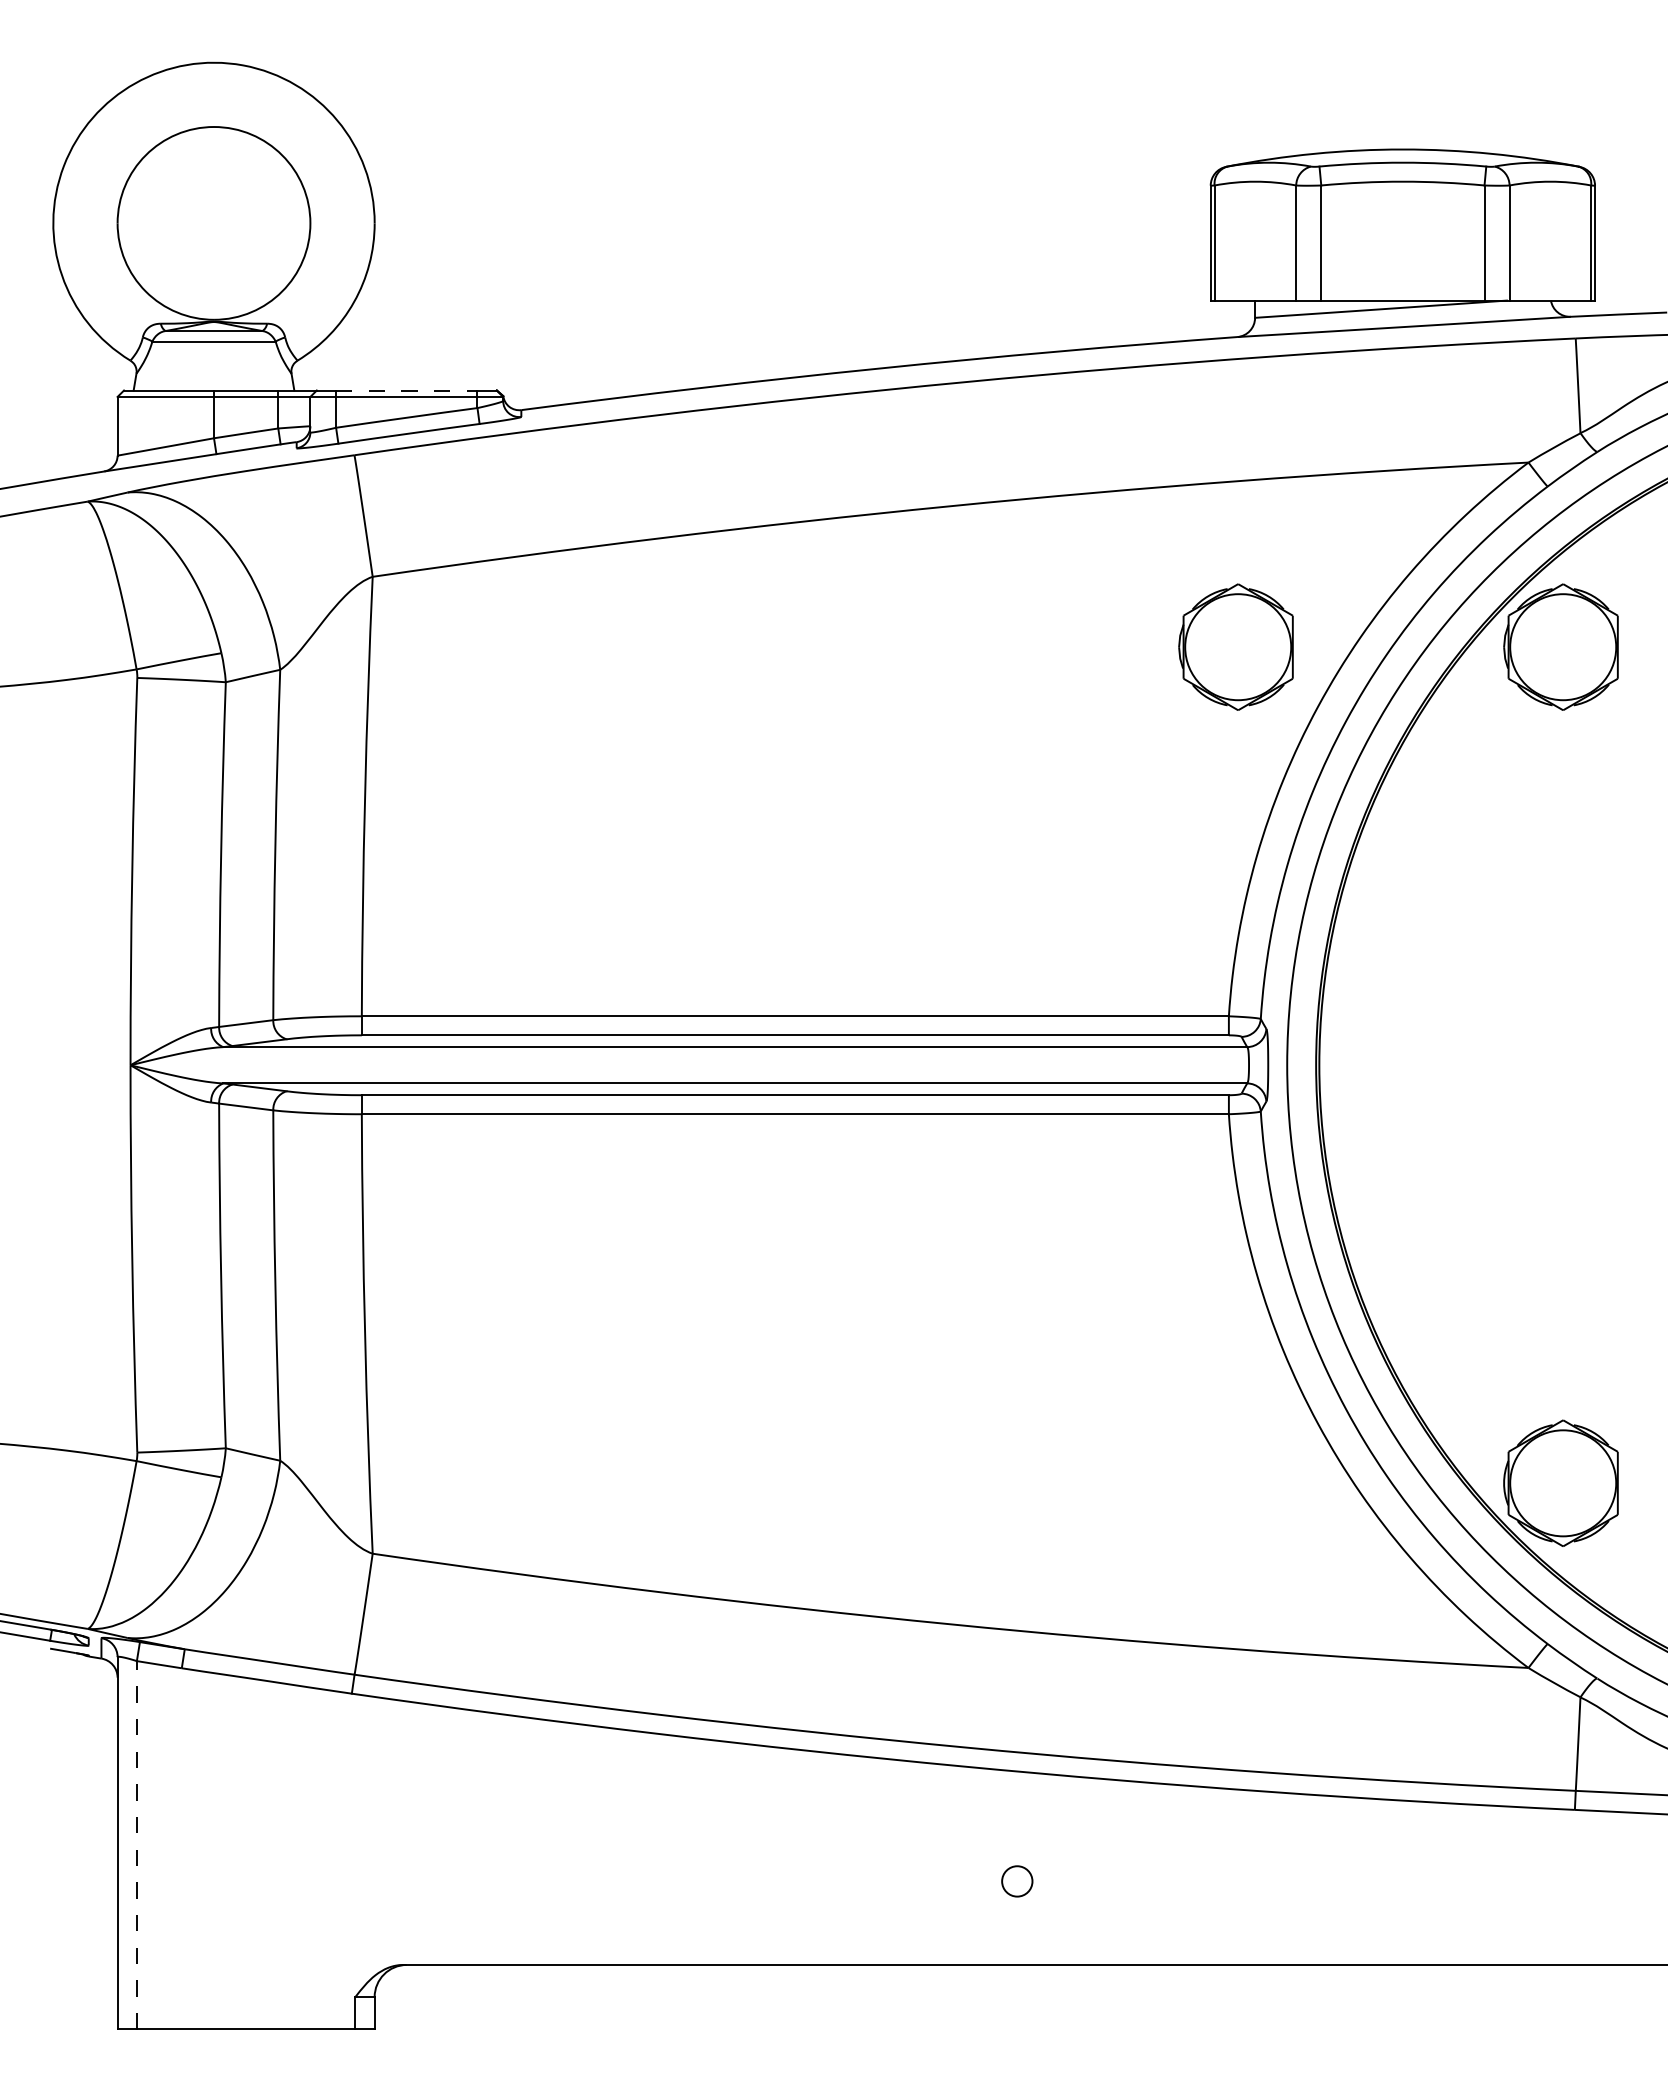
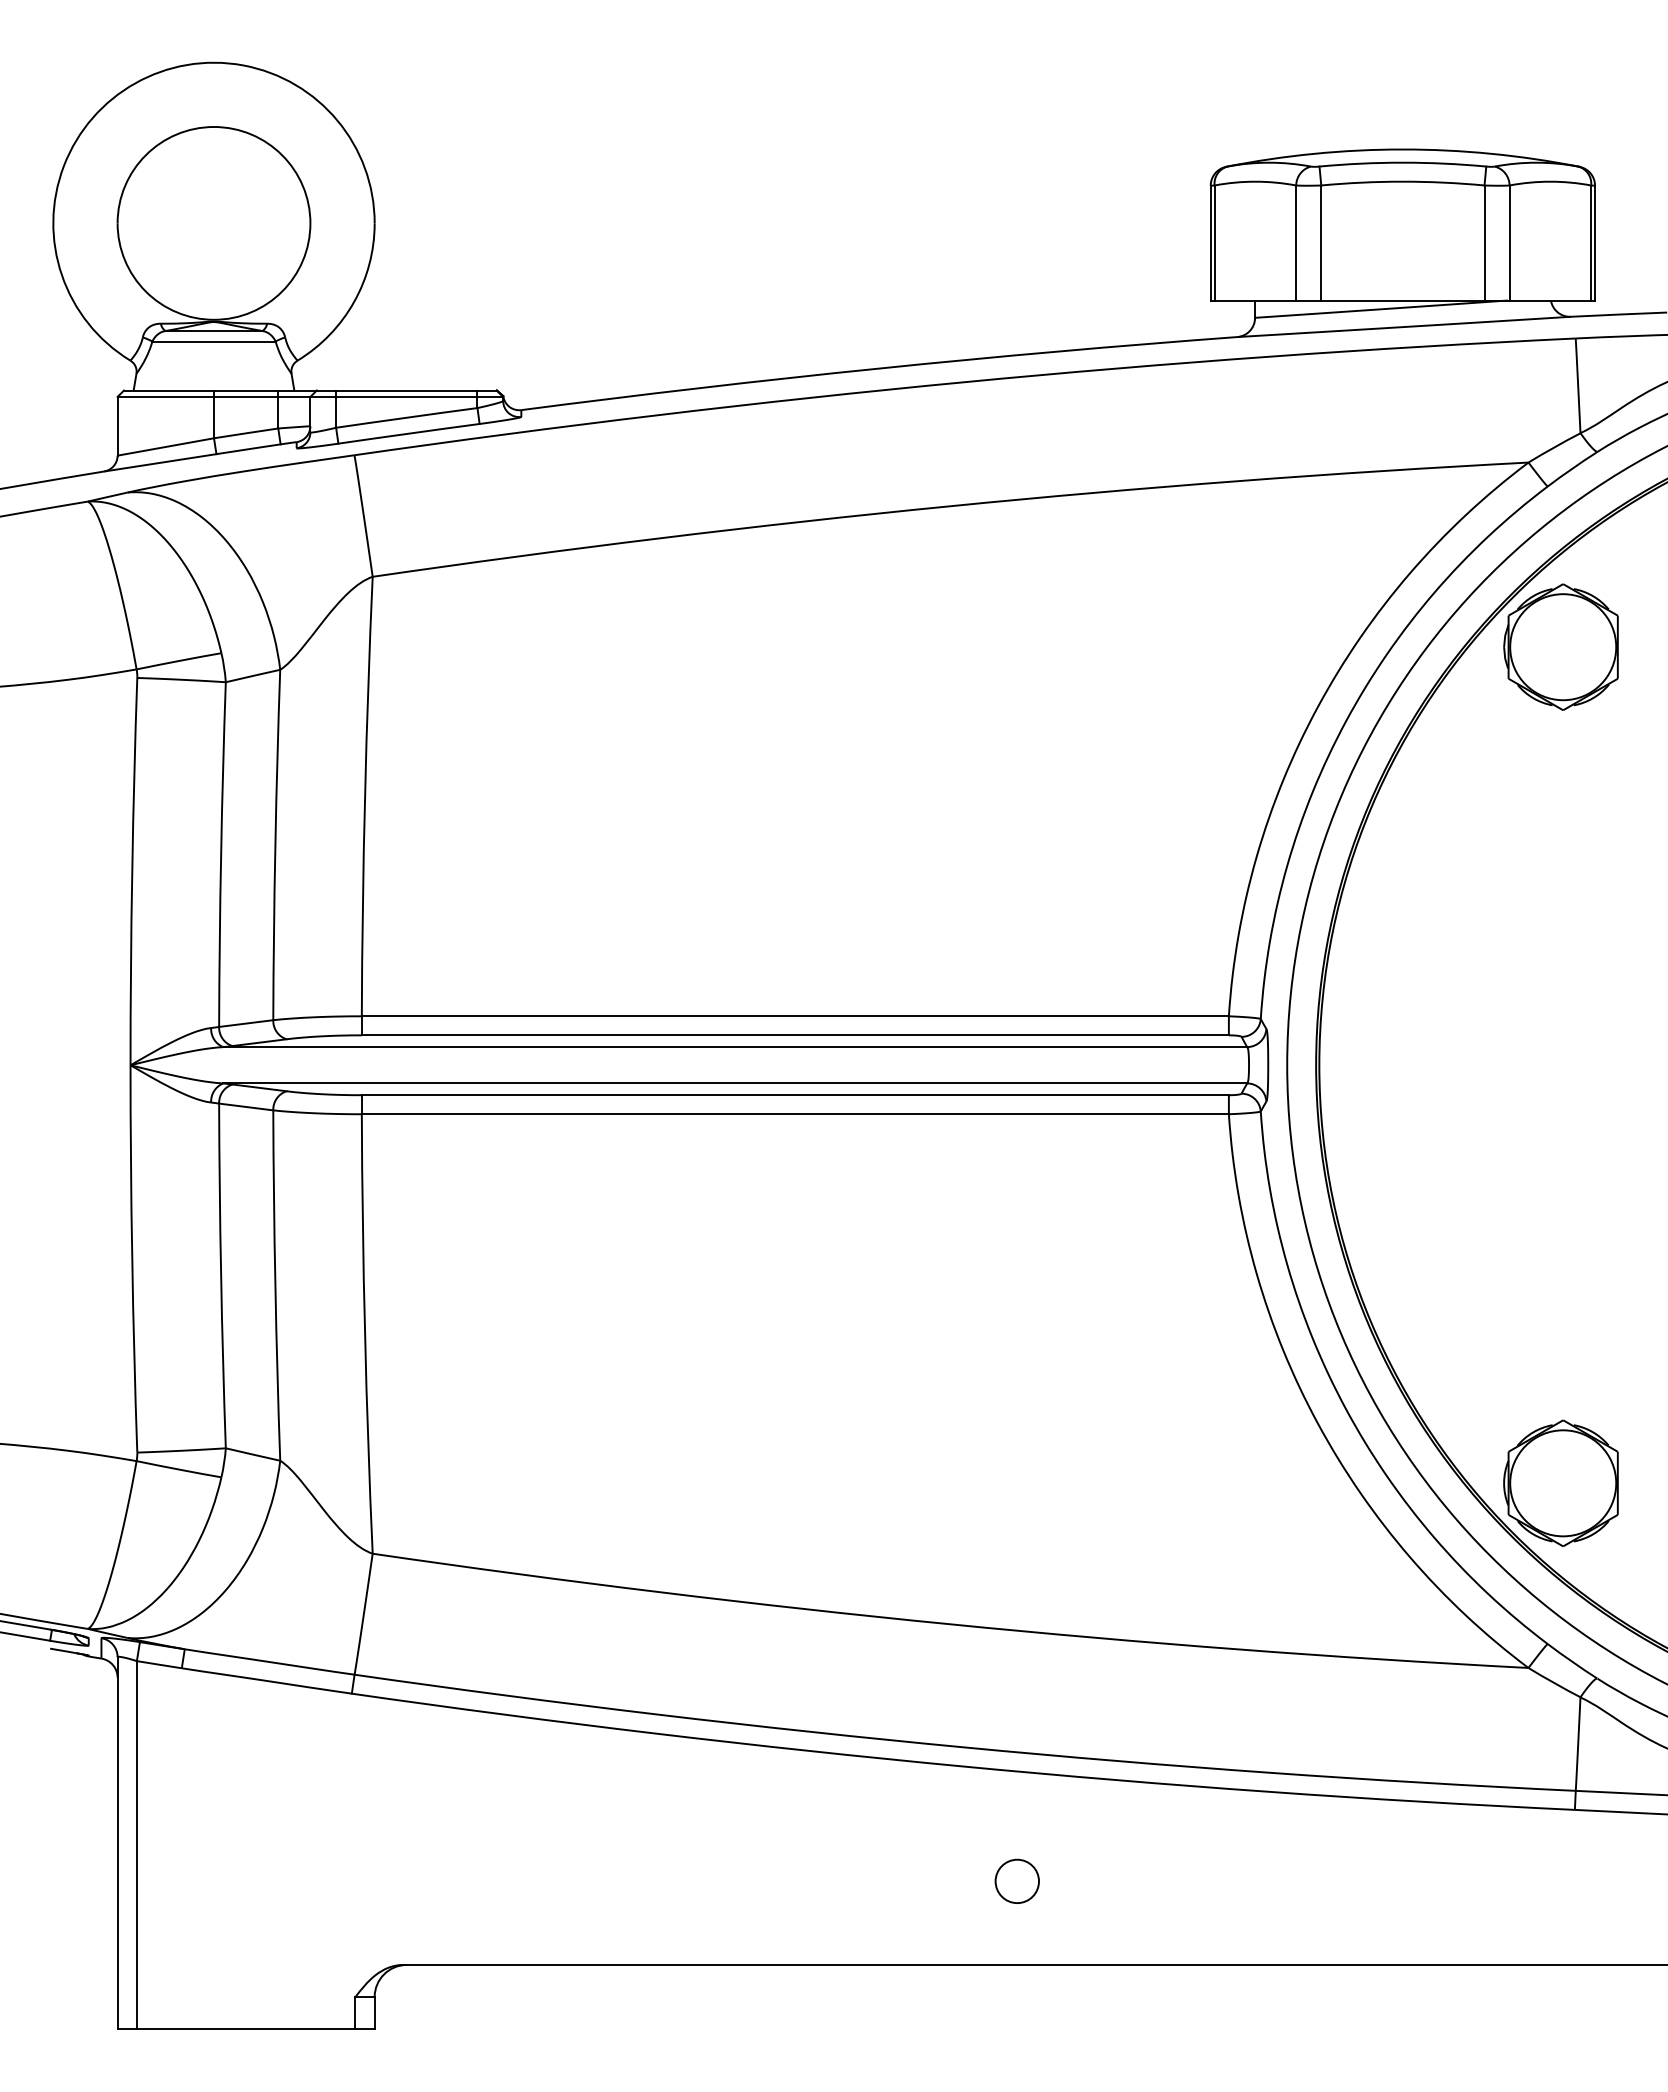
line at (406, 390): dashed -> solid
part at (1235, 646): present -> none
line at (136, 1844): dashed -> solid
circle at (1017, 1881) diameter: 30 px -> 43 px
